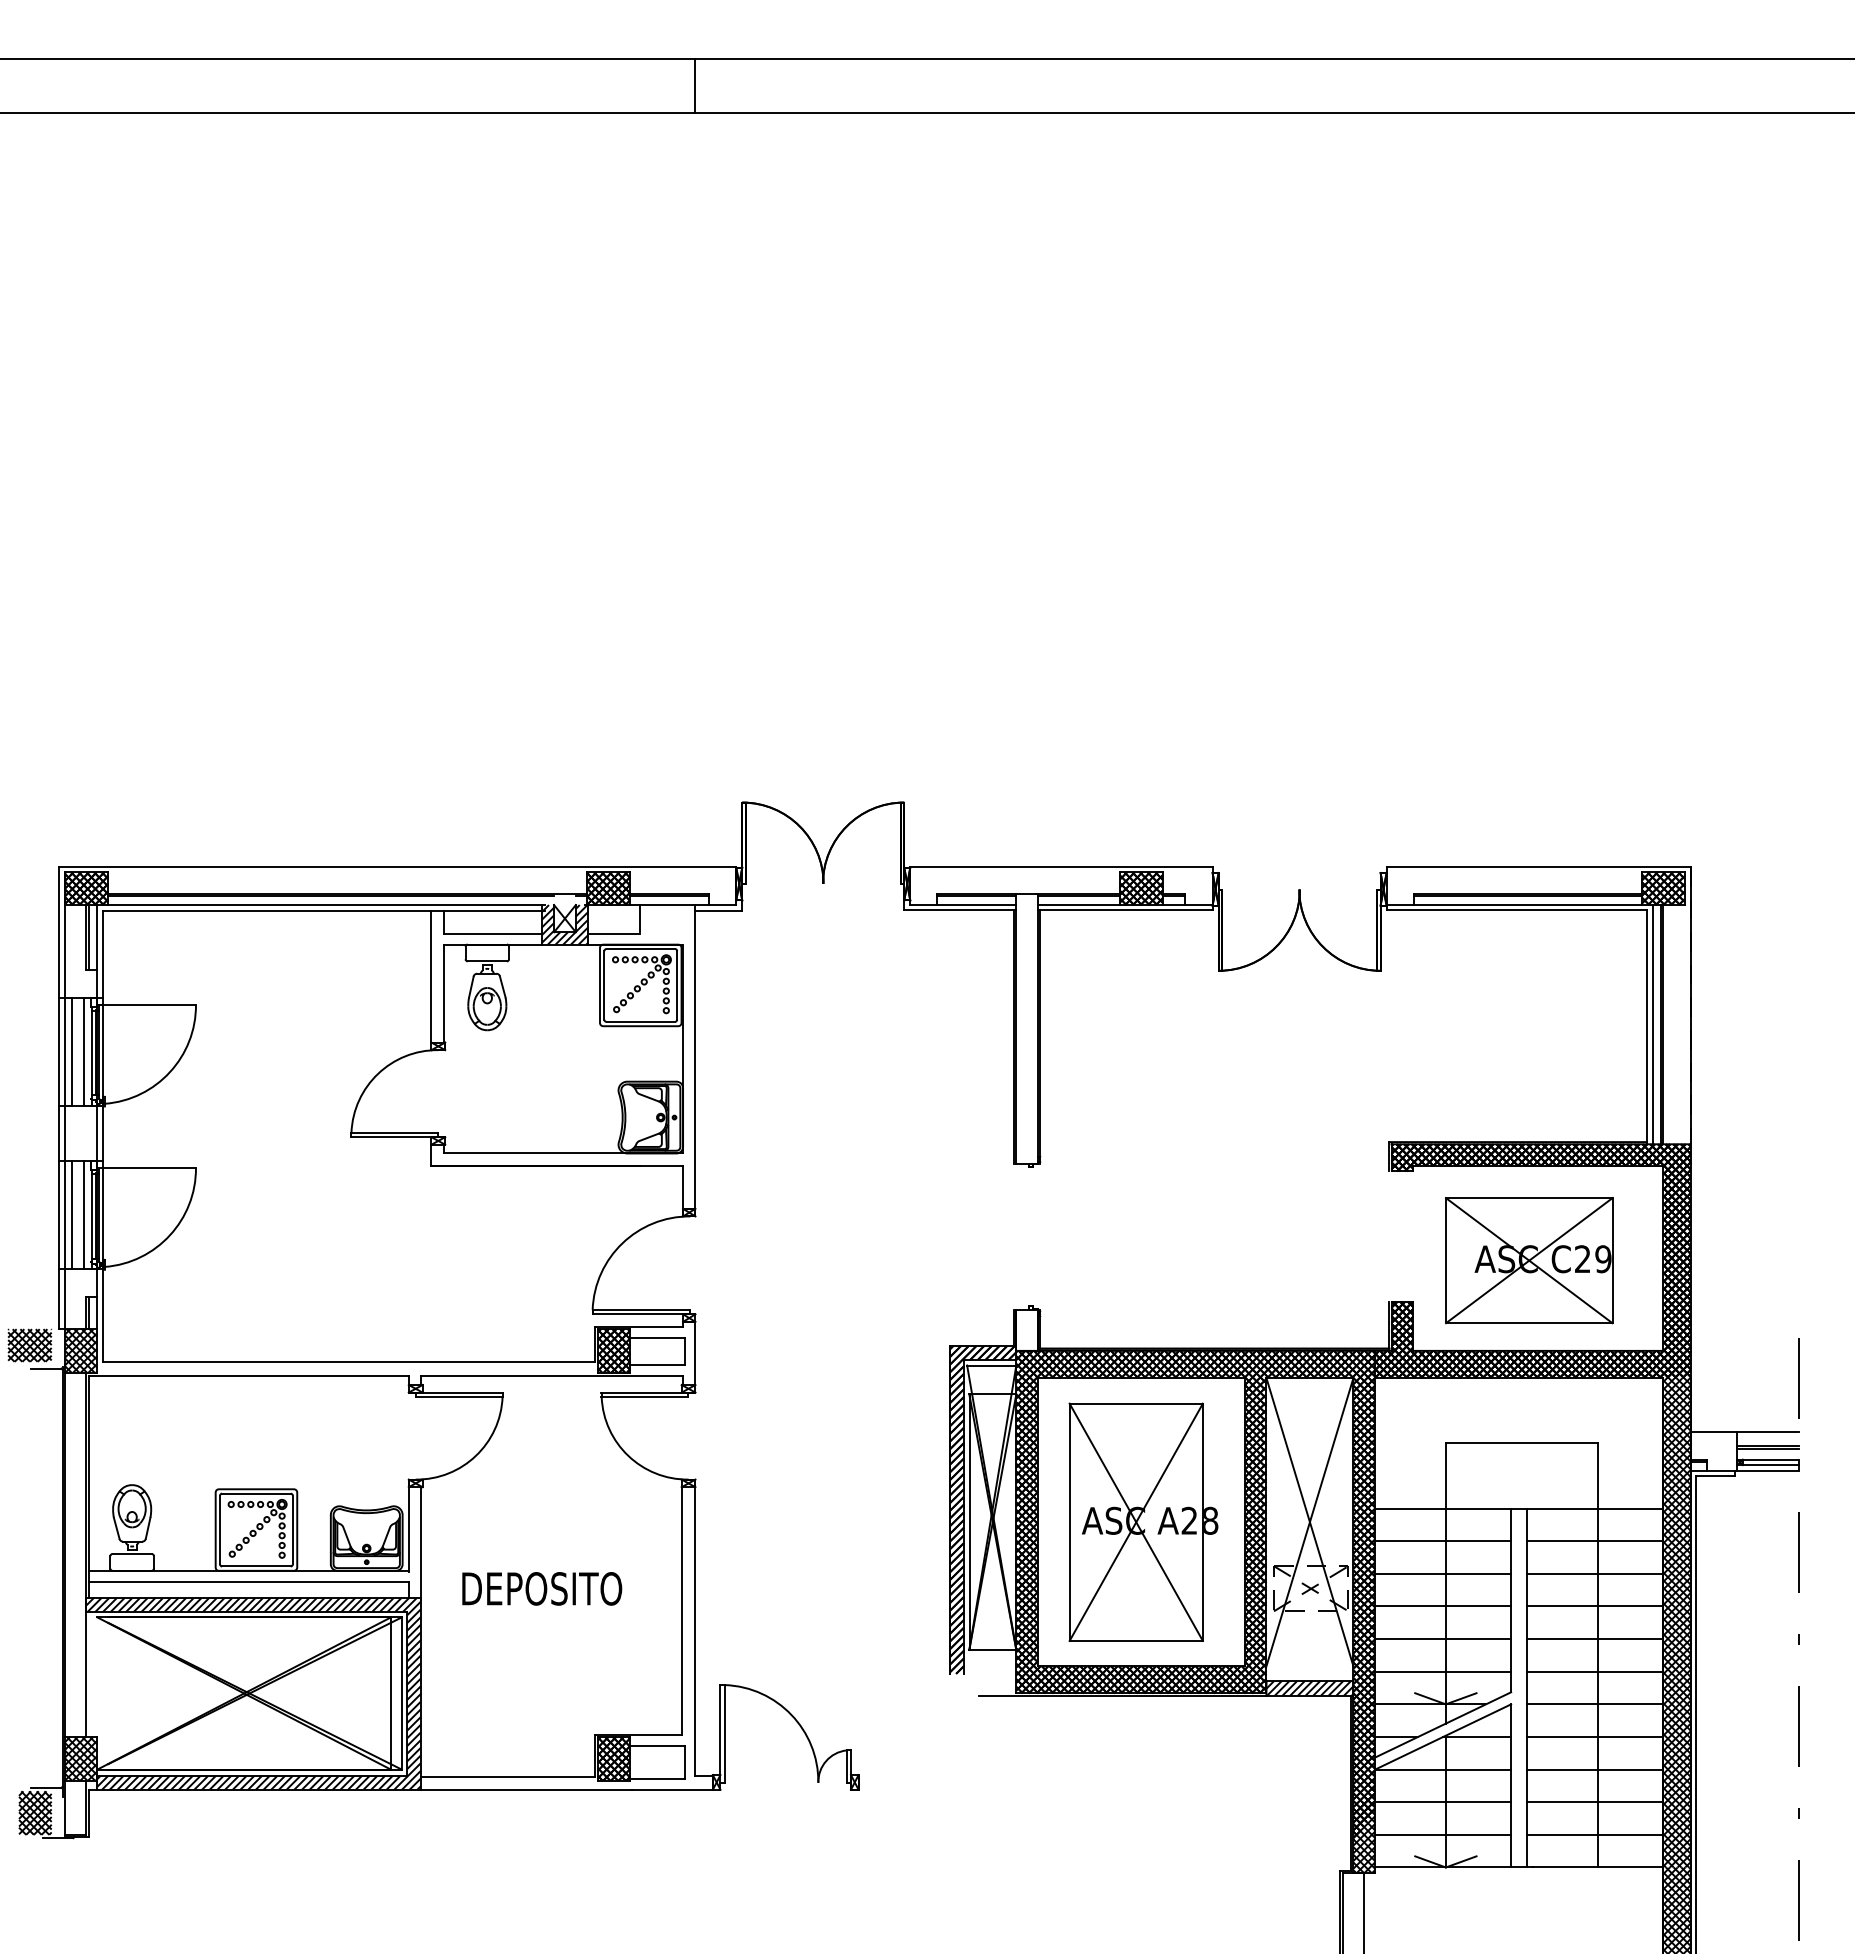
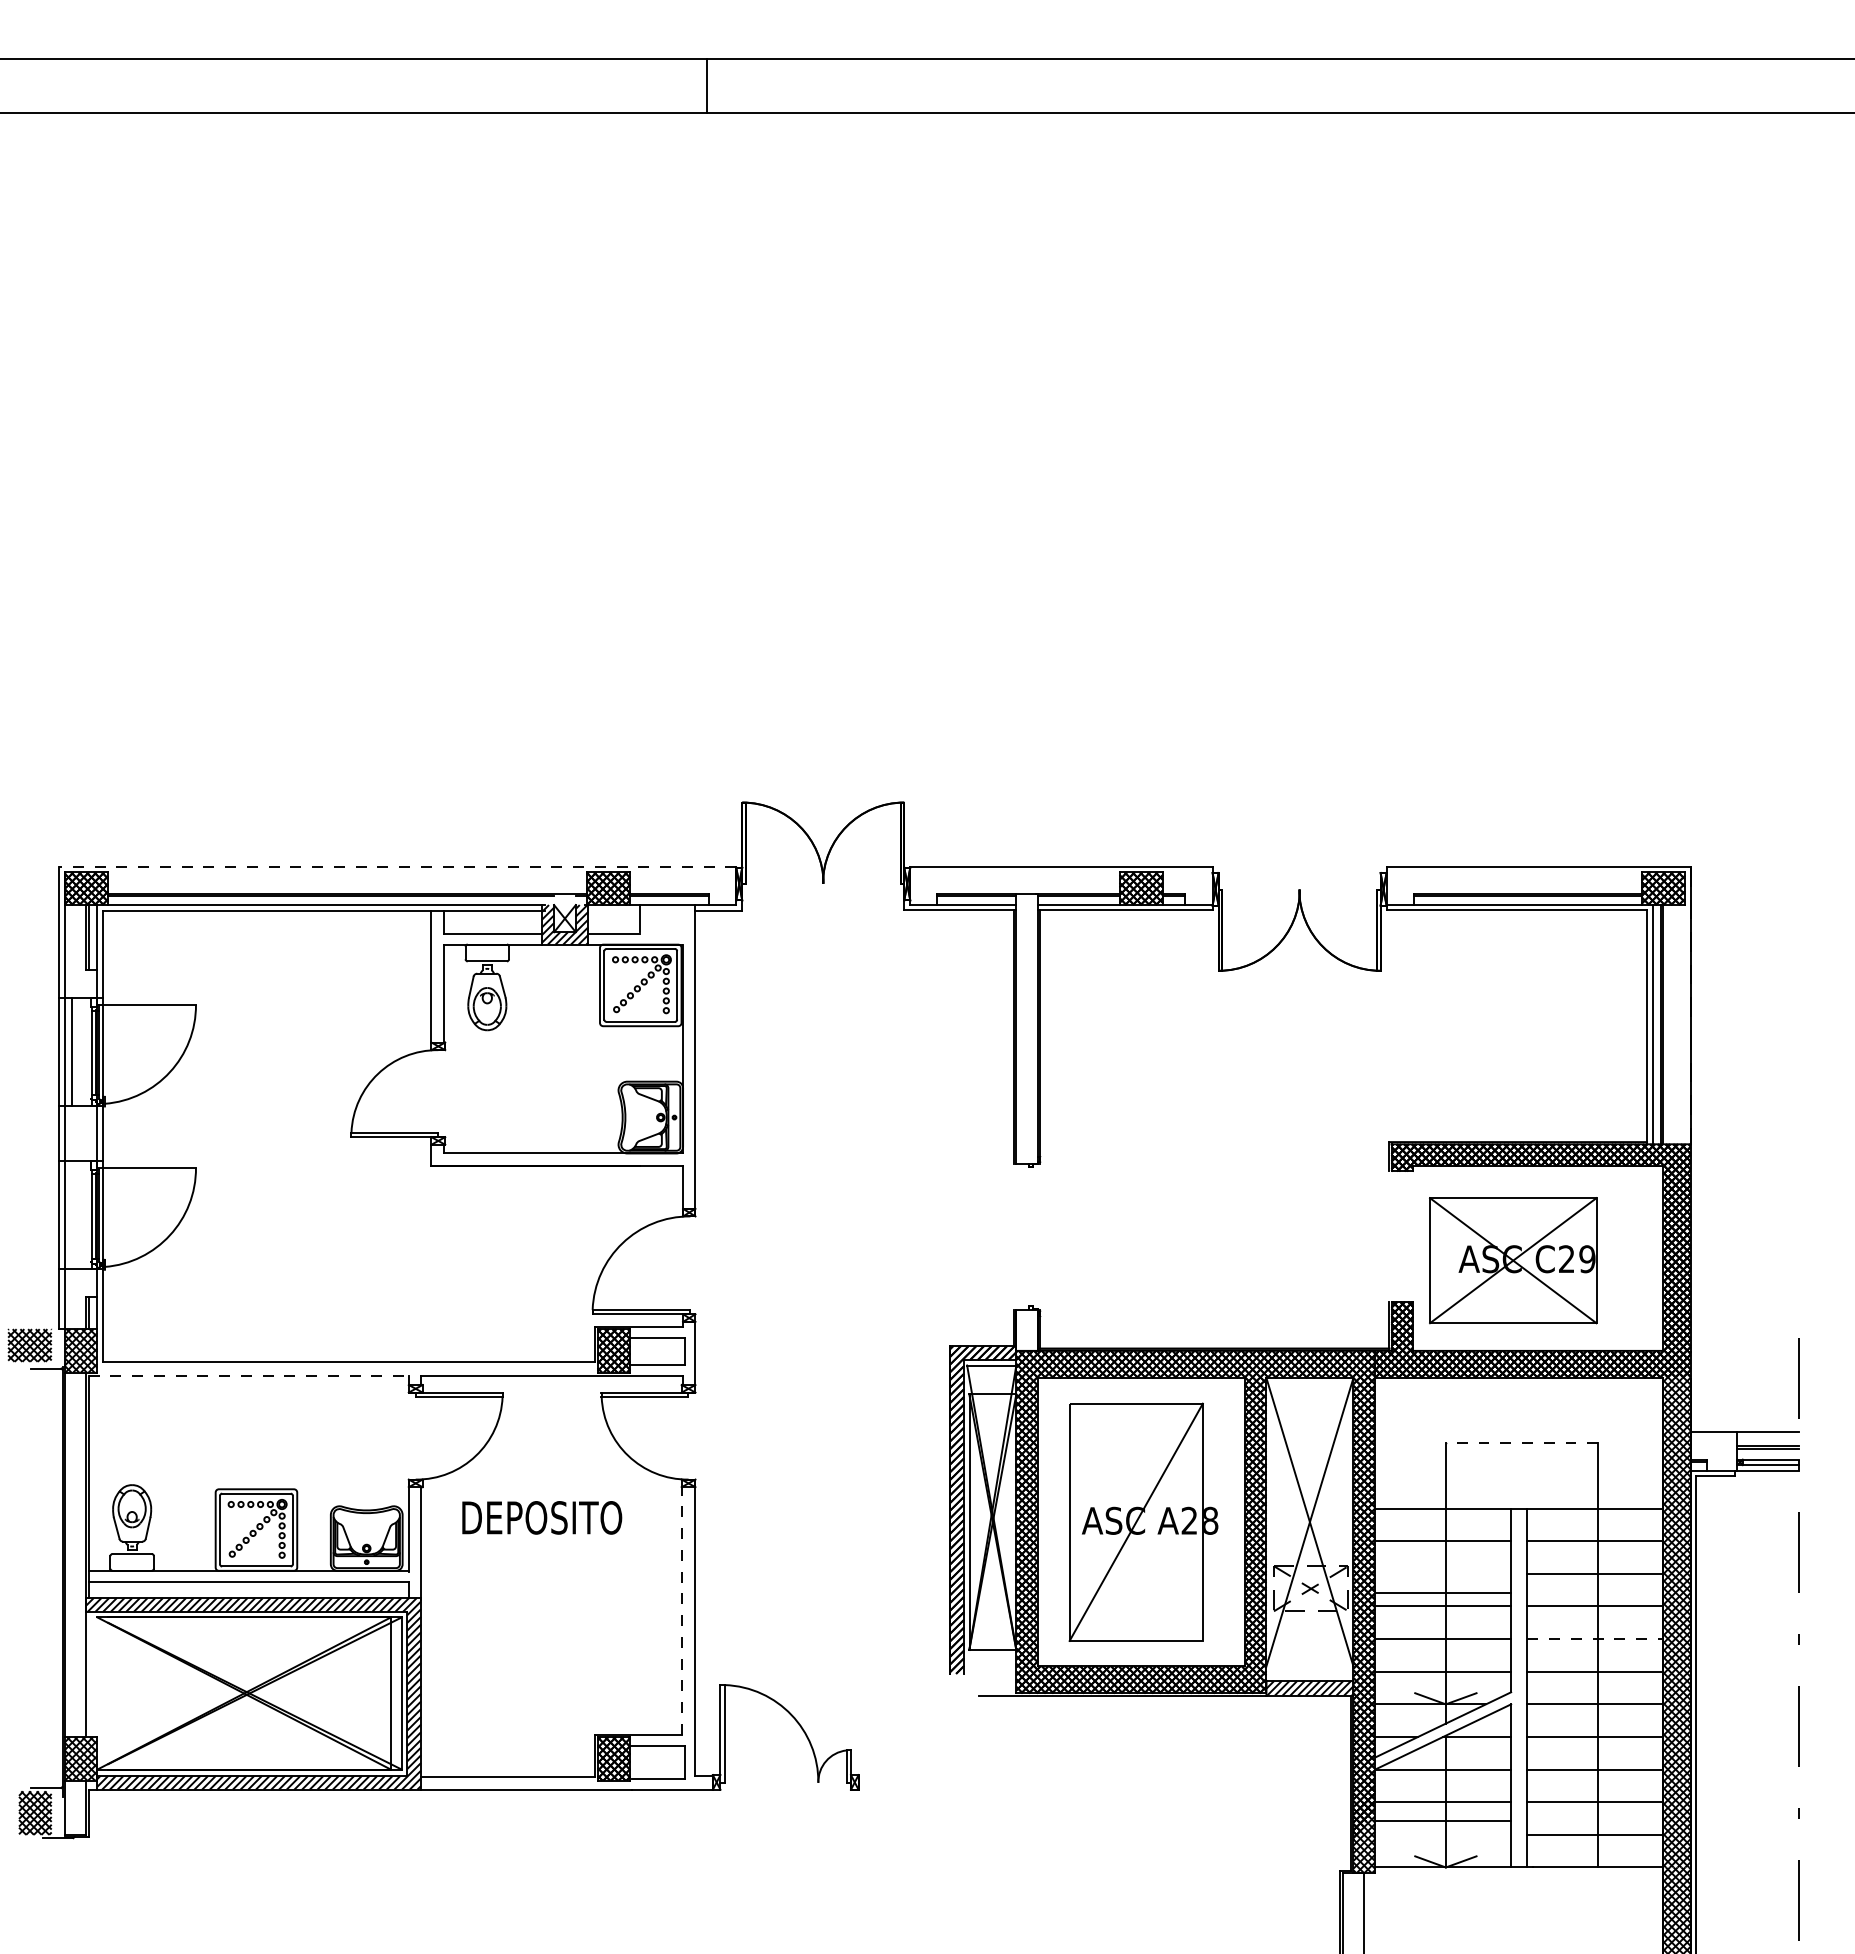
line at (695, 85) position: (695, 85) -> (707, 85)
line at (397, 867): solid -> dashed
line at (84, 1051): present -> none
line at (72, 1214): present -> none
line at (84, 1214): present -> none
part at (1529, 1260) position: (1529, 1260) -> (1513, 1260)
line at (249, 1376): solid -> dashed
line at (1521, 1443): solid -> dashed
line at (1135, 1521): present -> none
line at (1443, 1573) position: (1443, 1573) -> (1443, 1592)
text at (542, 1588) position: (542, 1588) -> (542, 1517)
line at (681, 1611): solid -> dashed
line at (1595, 1639): solid -> dashed
line at (1443, 1834) position: (1443, 1834) -> (1443, 1820)
